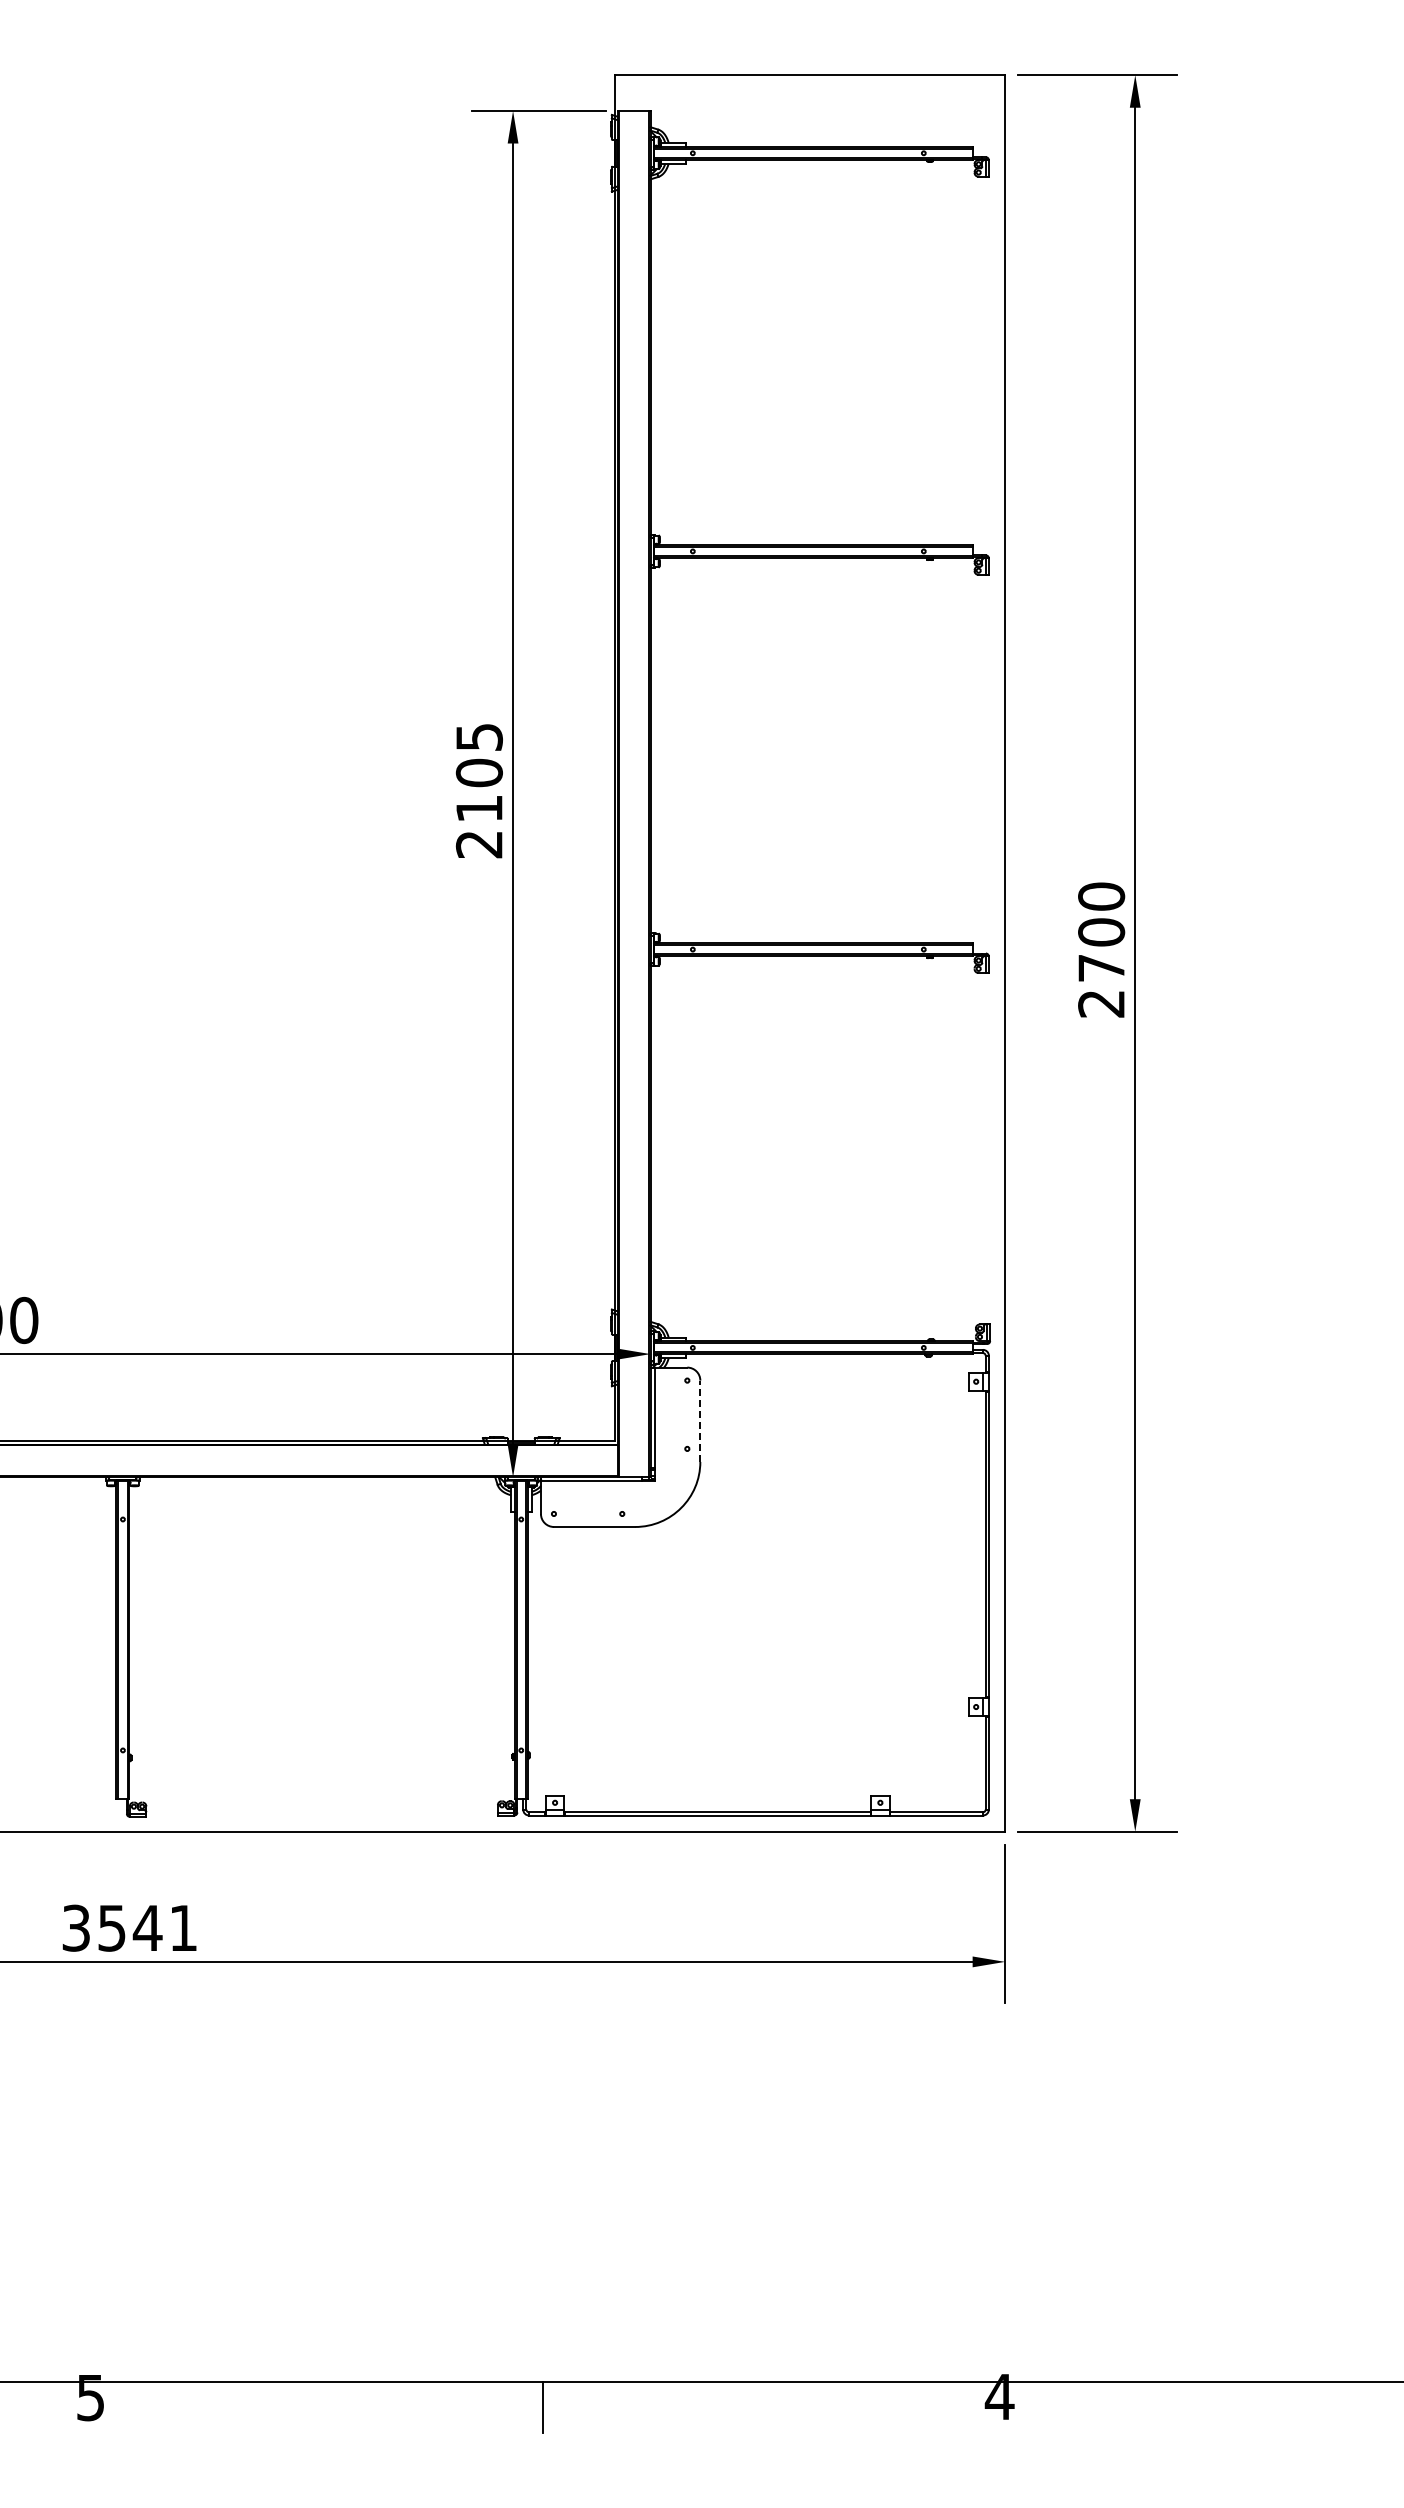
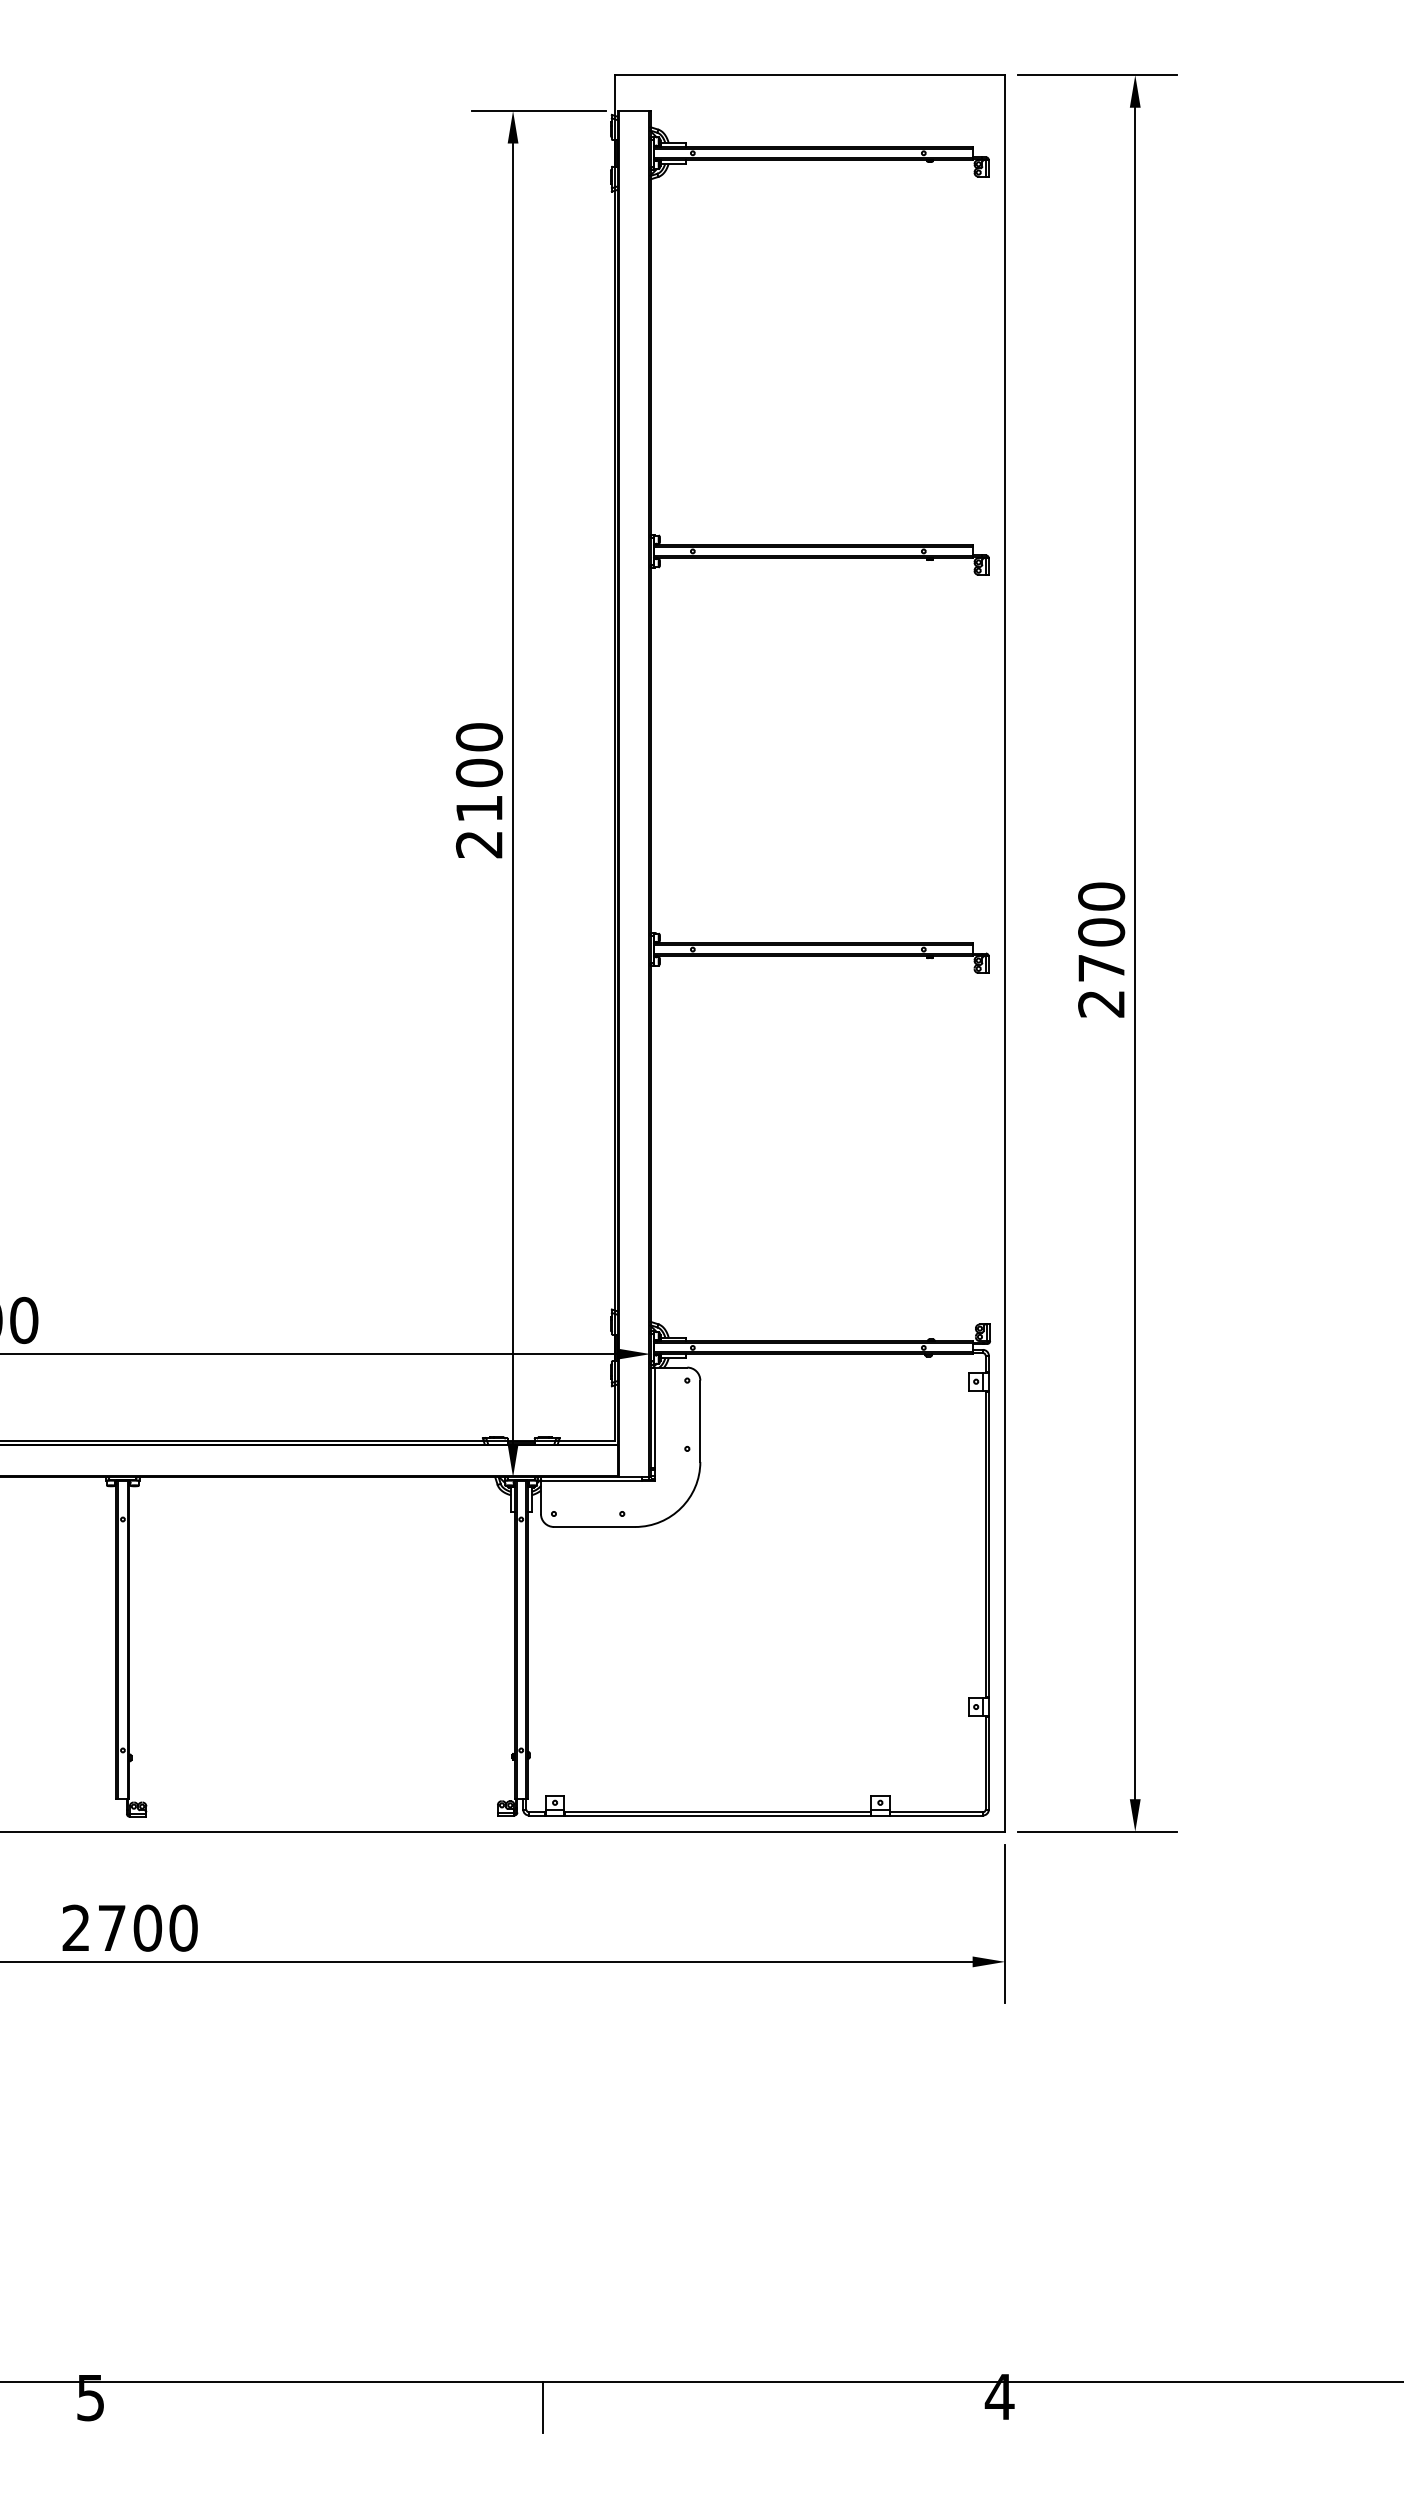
text at (478, 737): 2105 -> 2100
line at (700, 1421): dashed -> solid
text at (129, 1927): 3541 -> 2700
